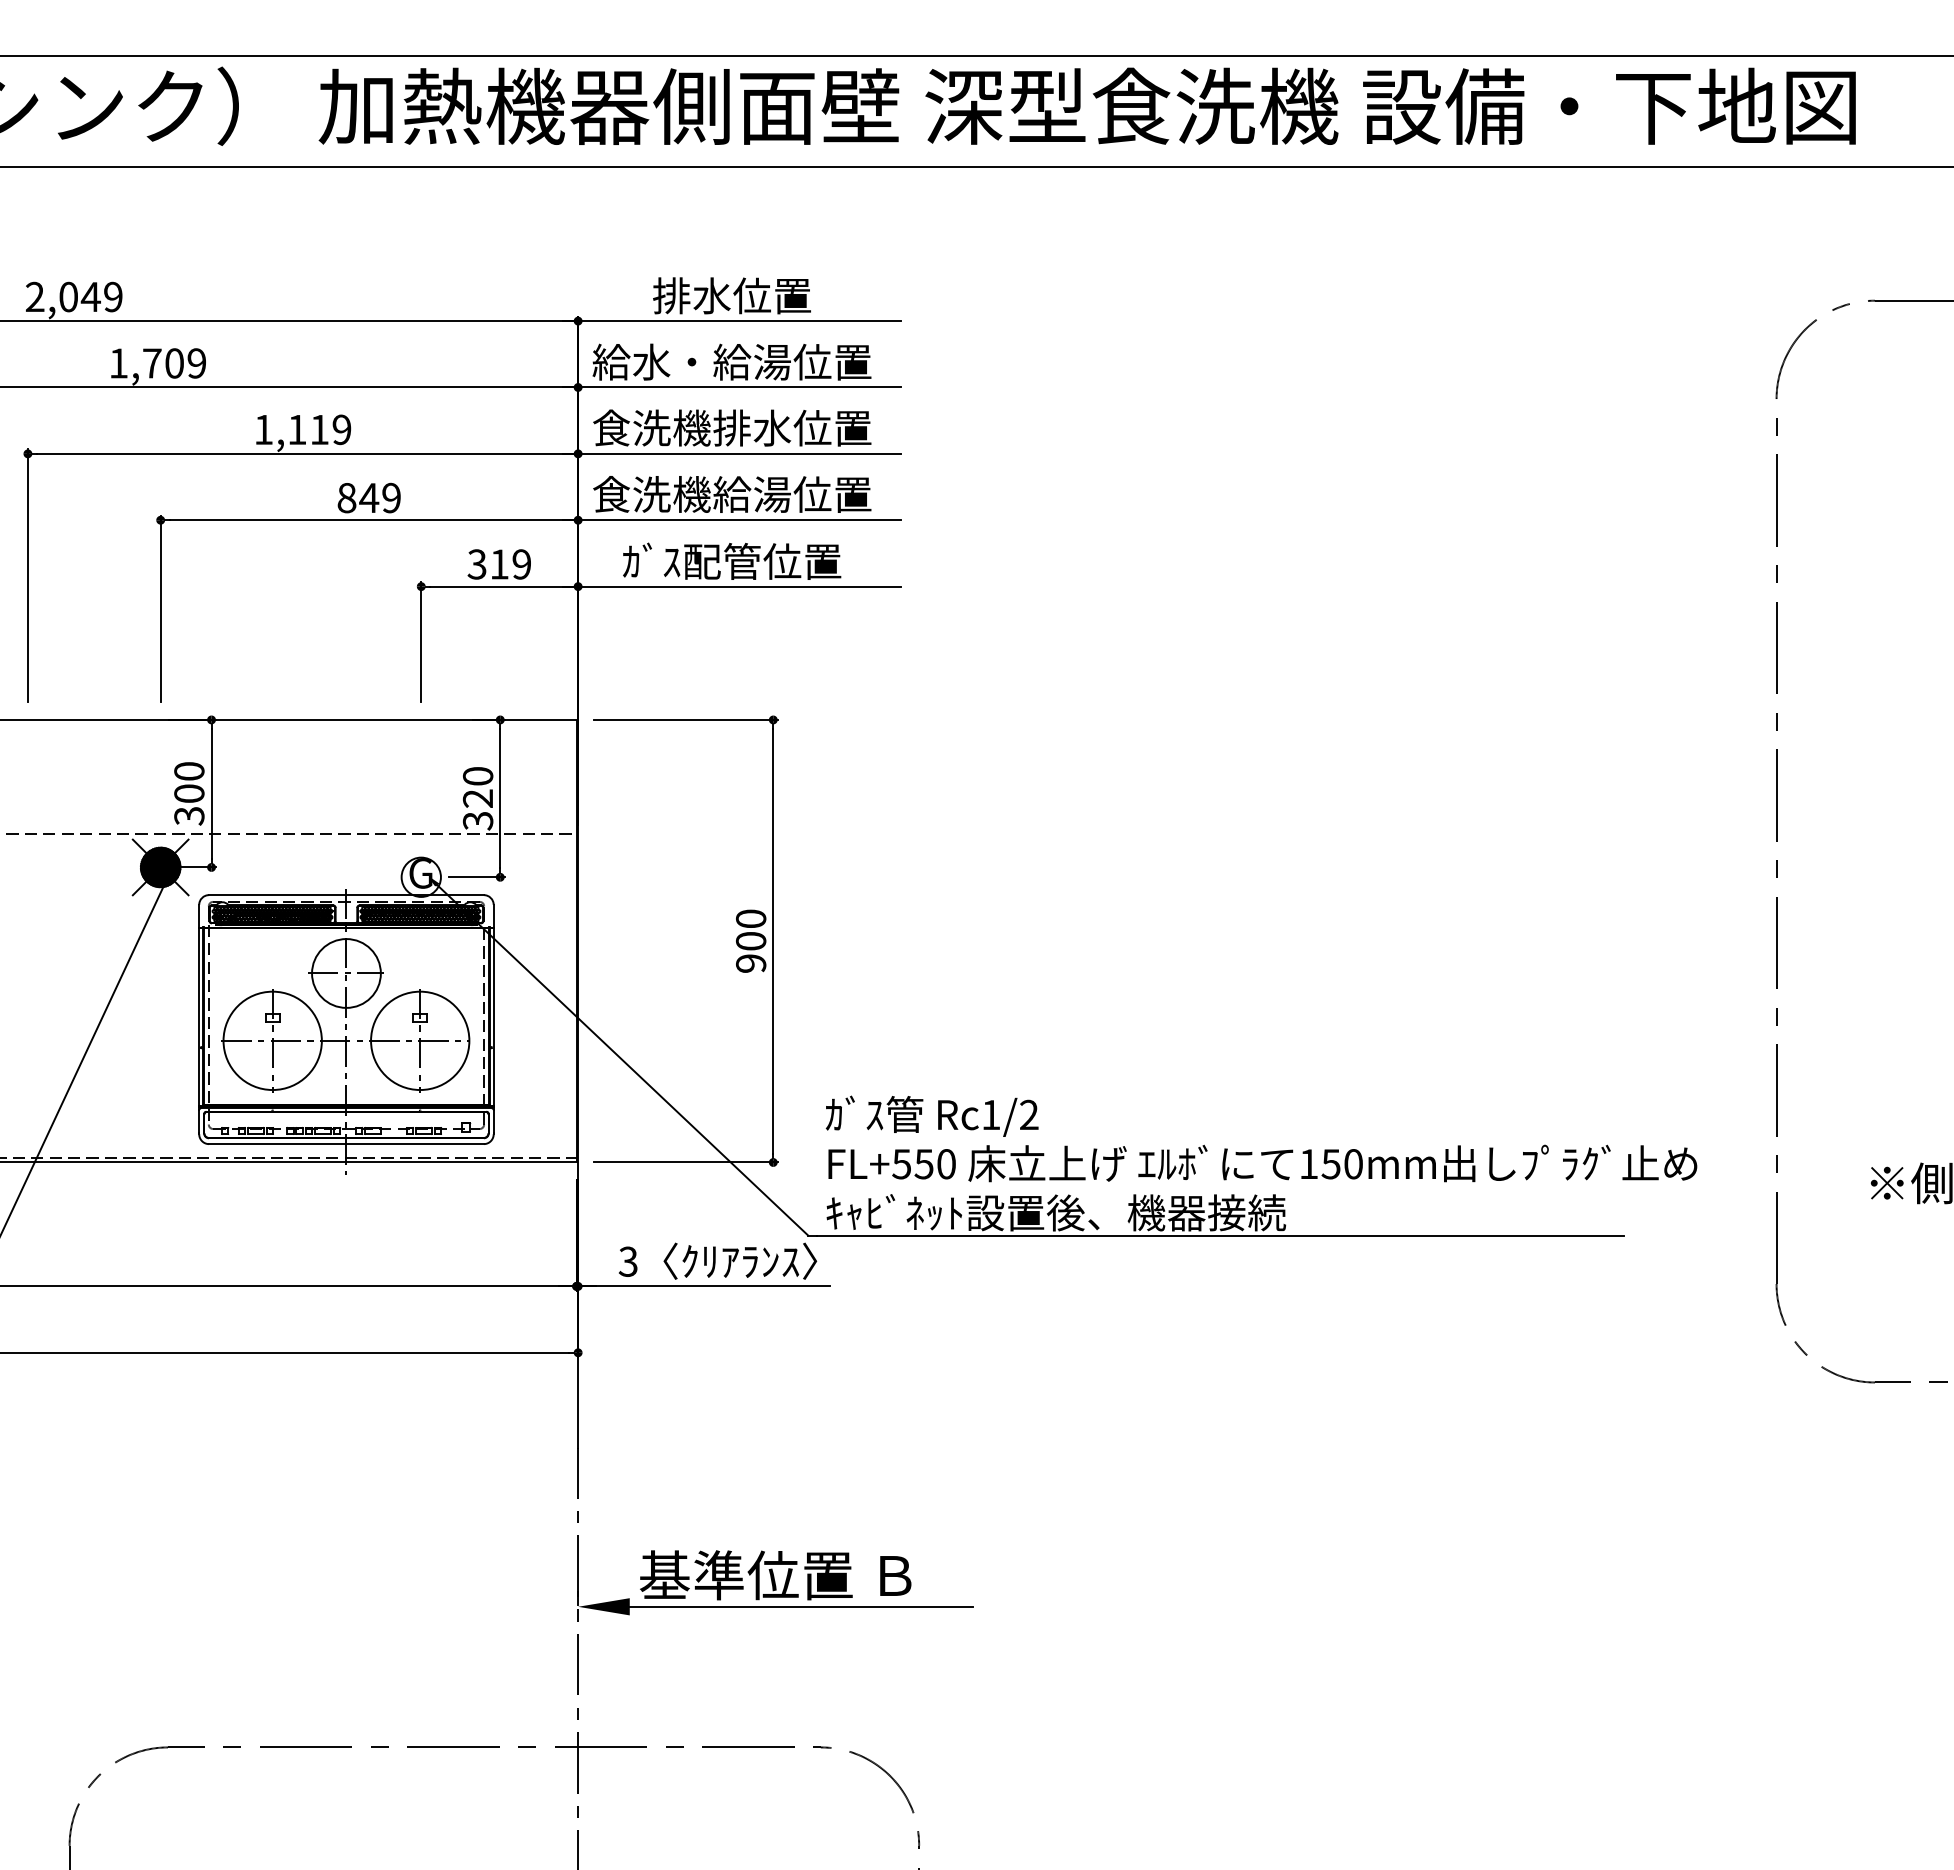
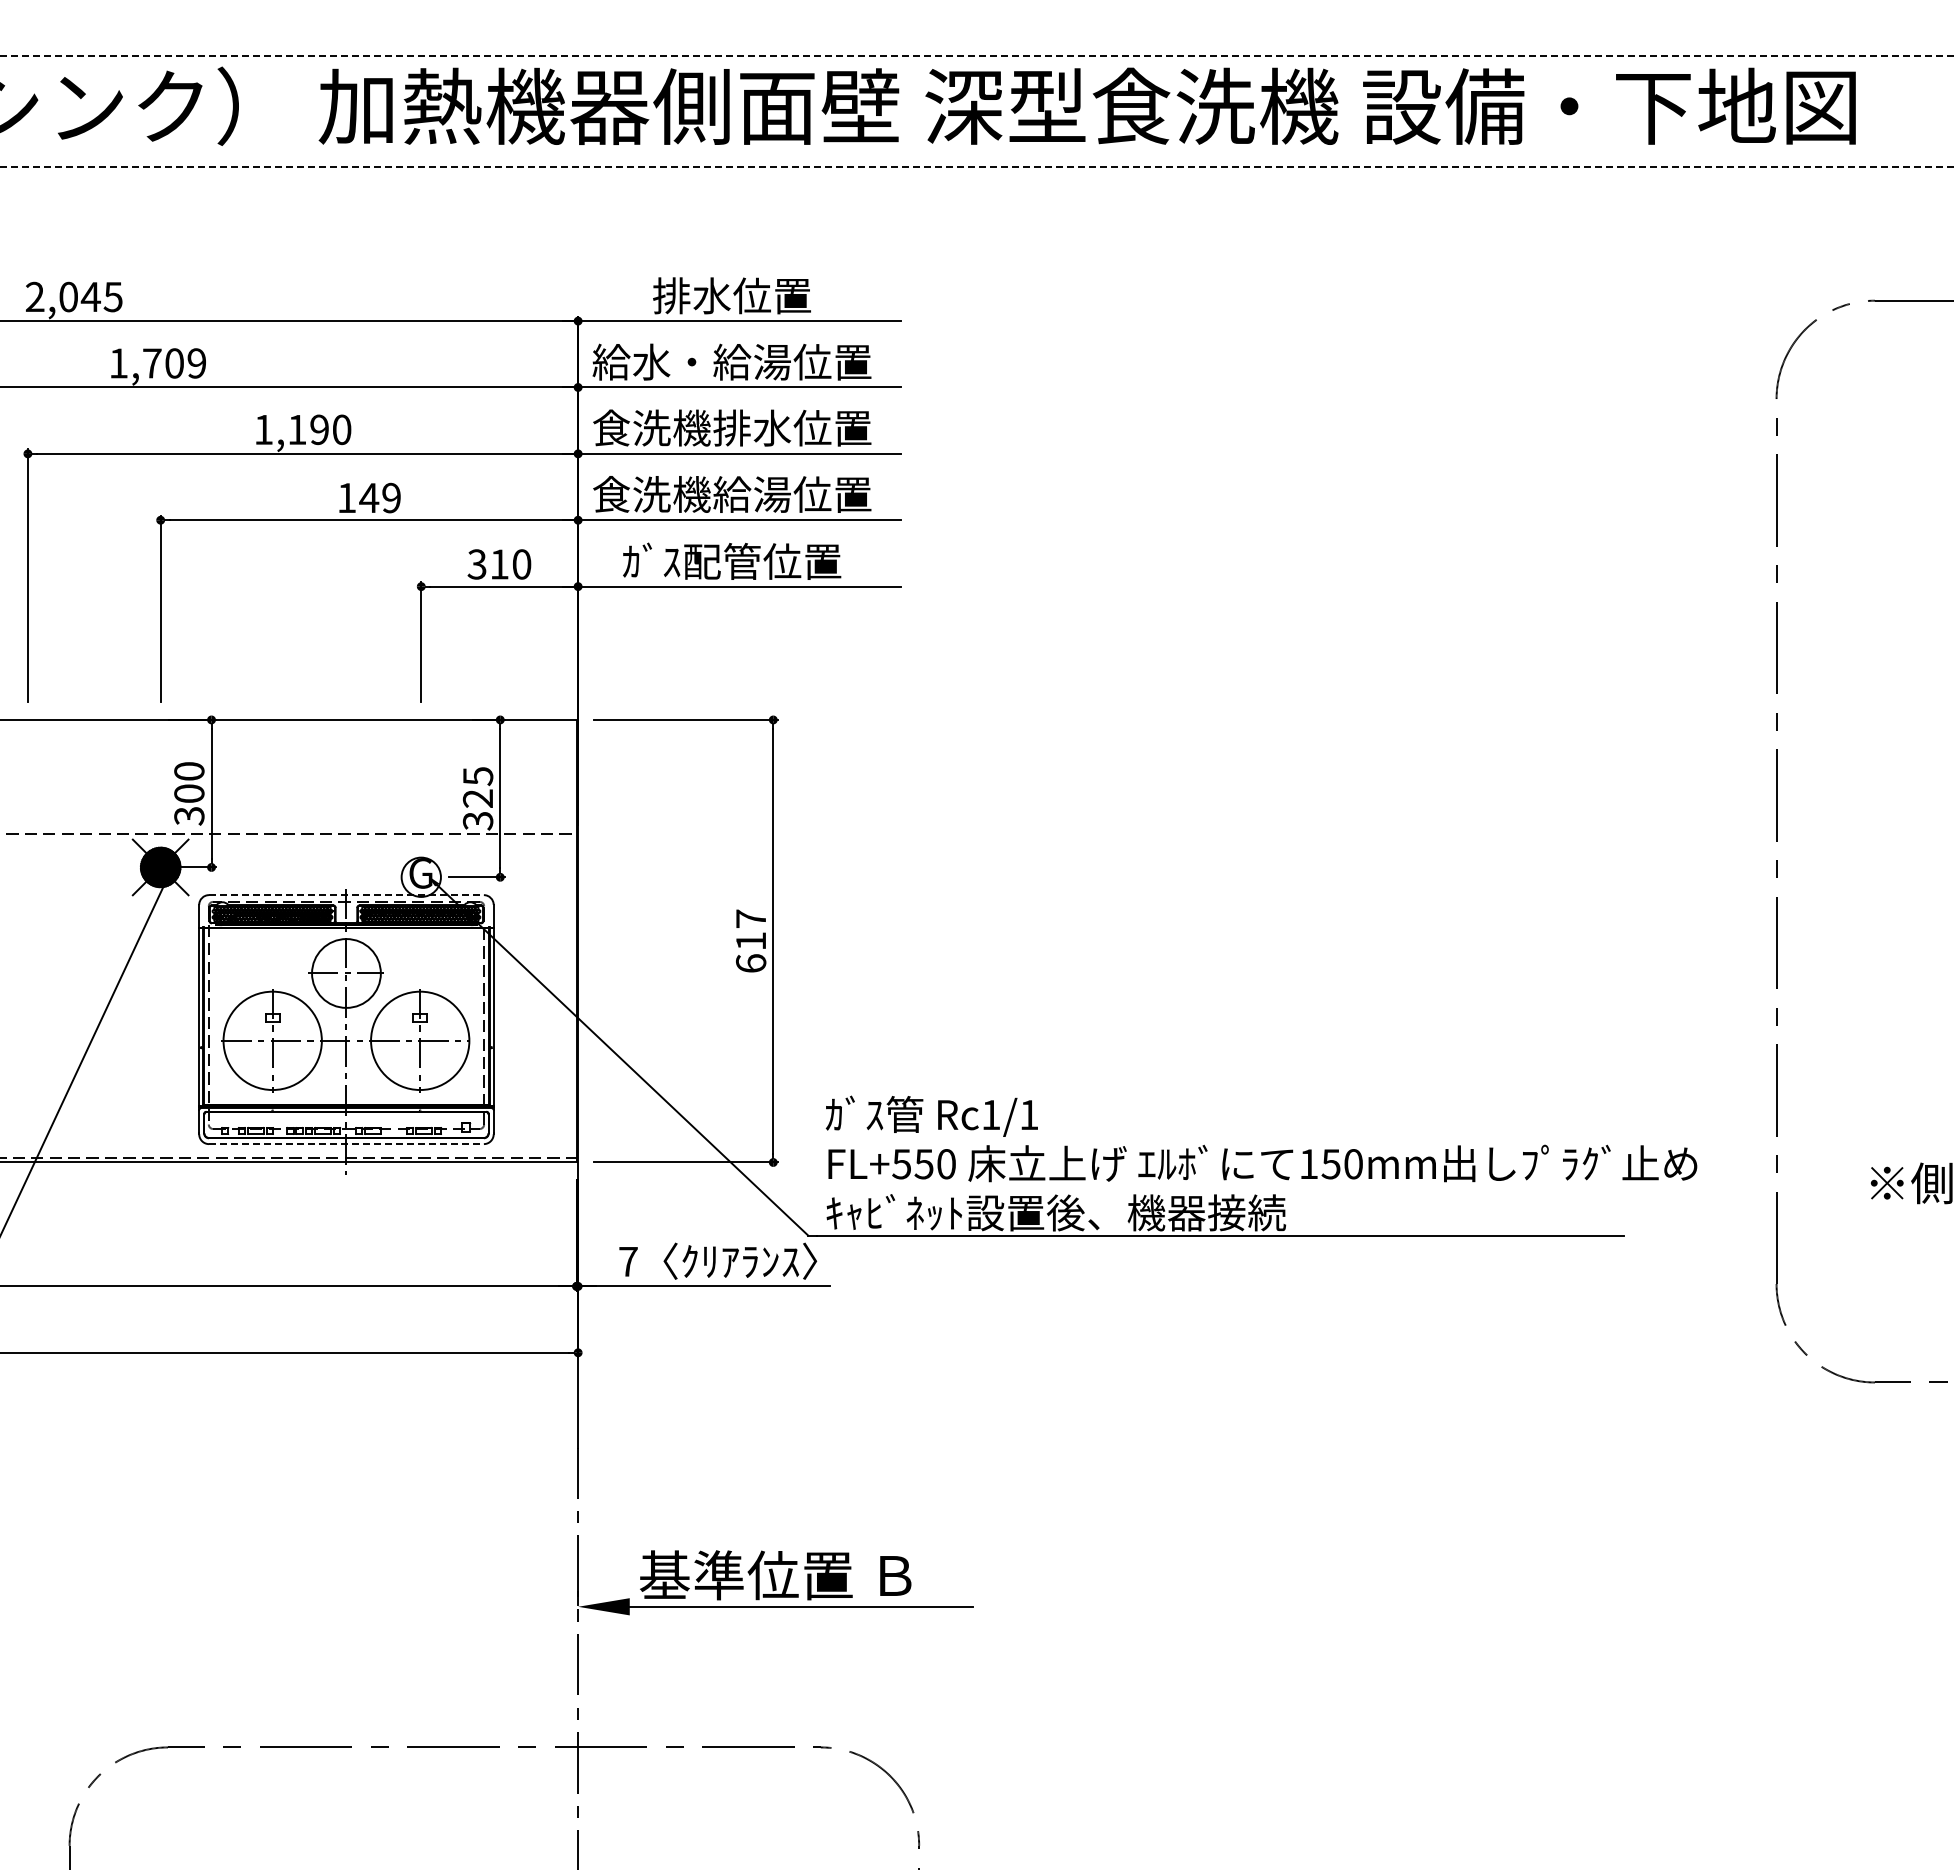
line at (977, 56): solid -> dashed
line at (977, 167): solid -> dashed
text at (112, 296): 2,049 -> 2,045
text at (330, 429): 1,119 -> 1,190
text at (346, 498): 849 -> 149
text at (521, 564): 319 -> 310
text at (477, 776): 320 -> 325
line at (346, 895): solid -> dashed
text at (751, 940): 900 -> 617
text at (1029, 1114): Rc1/2 -> Rc1/1
line at (346, 1144): solid -> dashed
text at (627, 1261): 3 -> 7
